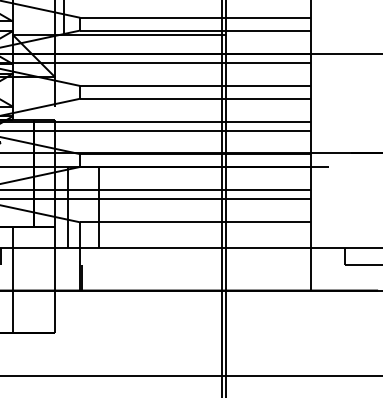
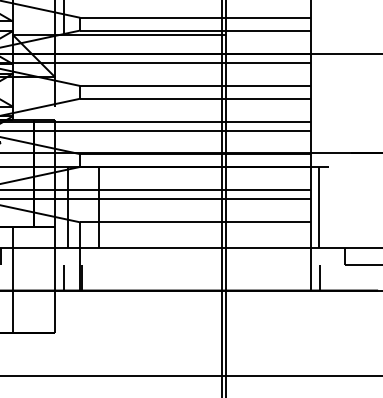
line at (318, 207): none -> present
line at (63, 277): none -> present
line at (319, 277): none -> present
